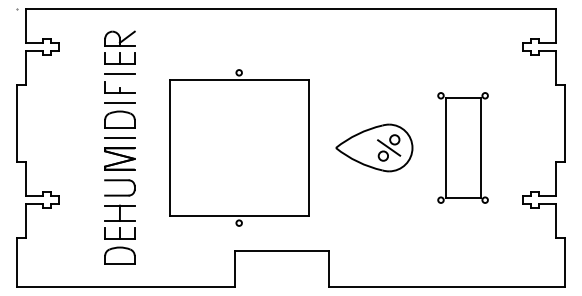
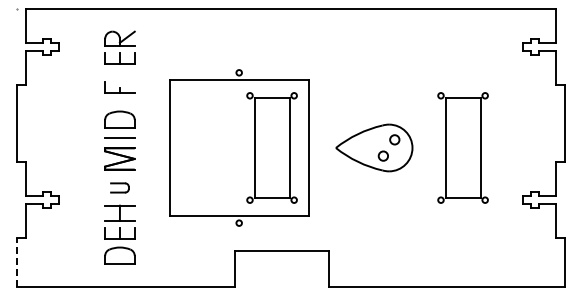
line at (119, 73): present -> none
line at (119, 103): present -> none
part at (271, 147): none -> present
line at (389, 147): present -> none
part at (119, 187) size: 32x18 px -> 20x12 px
line at (17, 262): solid -> dashed
